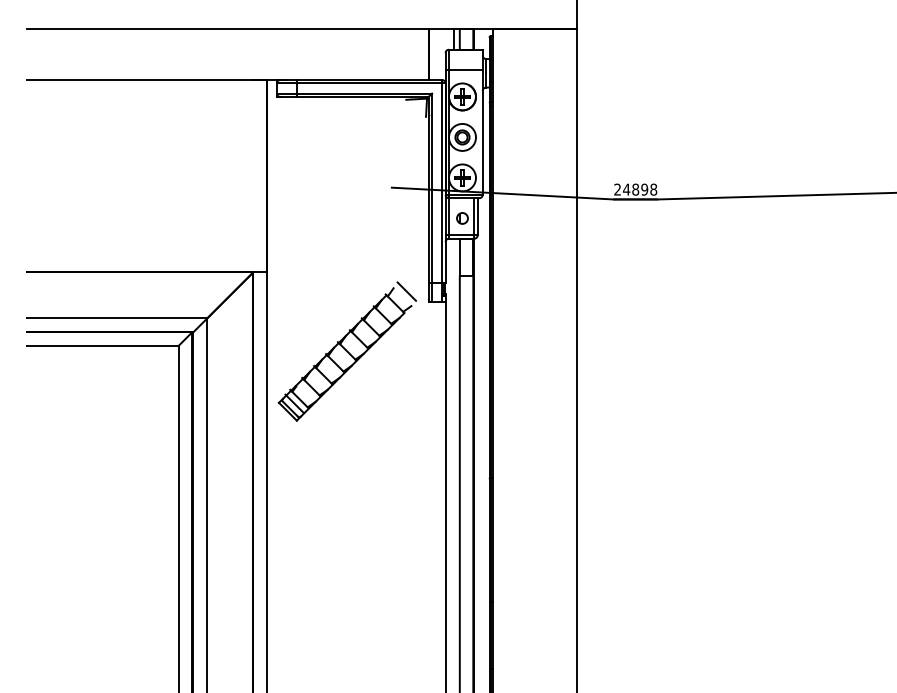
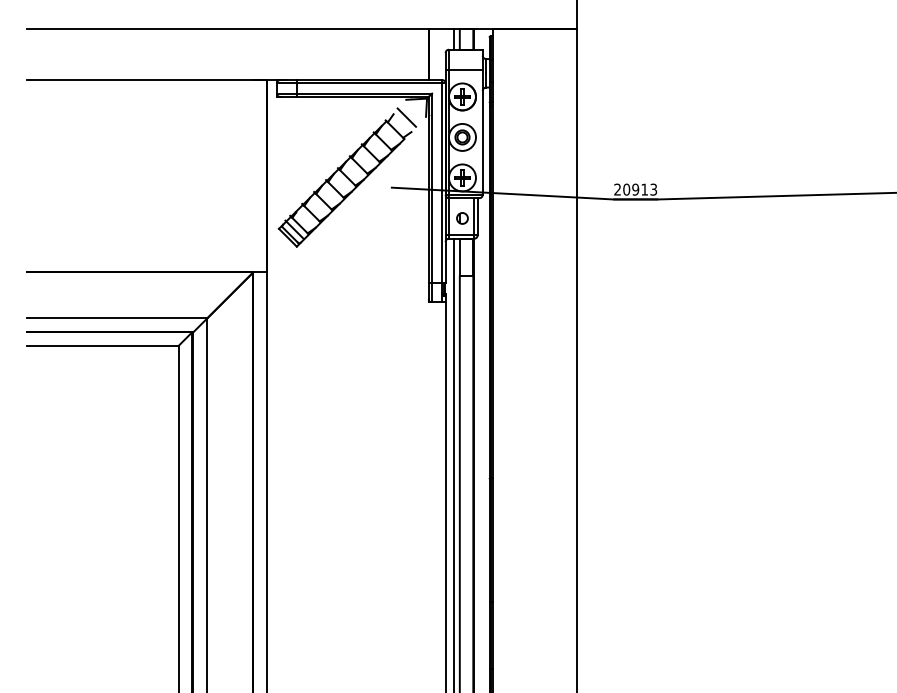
text at (640, 189): 24898 -> 20913
part at (347, 351) position: (347, 351) -> (347, 177)
line at (454, 463): none -> present
